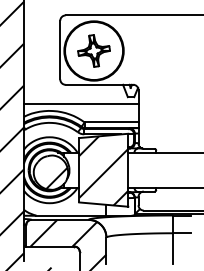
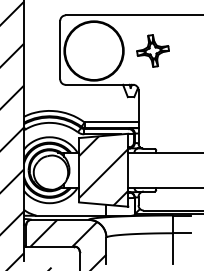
part at (93, 50) position: (93, 50) -> (152, 50)
line at (80, 104): present -> none
hatch at (56, 178): present -> none
